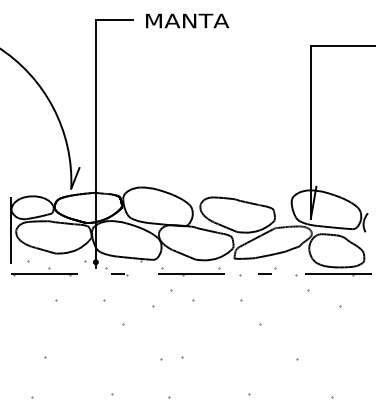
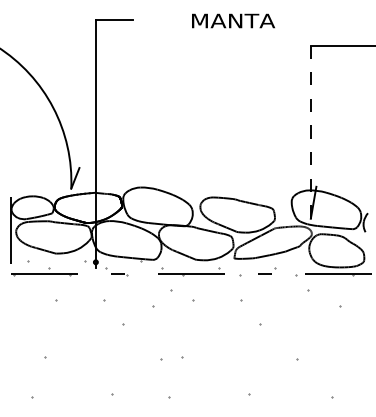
text at (187, 20) position: (187, 20) -> (233, 20)
line at (310, 131): solid -> dashed
